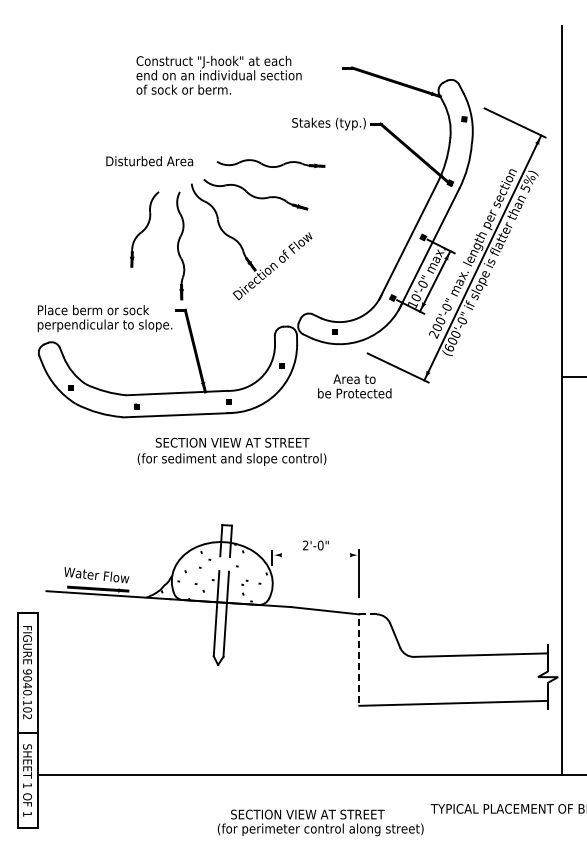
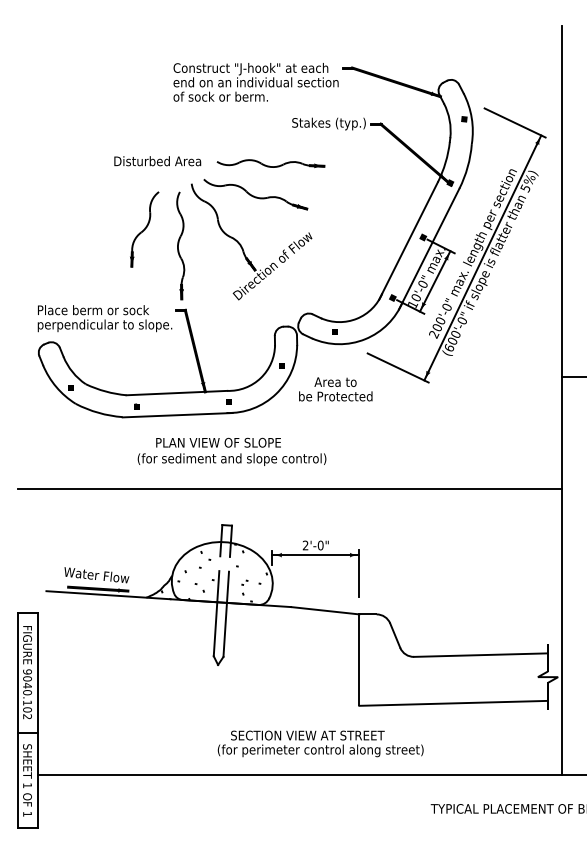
text at (218, 75) position: (218, 75) -> (255, 82)
text at (149, 161) position: (149, 161) -> (157, 161)
text at (354, 386) position: (354, 386) -> (335, 389)
text at (232, 442): SECTION VIEW AT STREET -> PLAN VIEW OF SLOPE
line at (289, 488): none -> present
line at (315, 555): none -> present
line at (359, 651): dashed -> solid
text at (320, 822) position: (320, 822) -> (320, 743)
